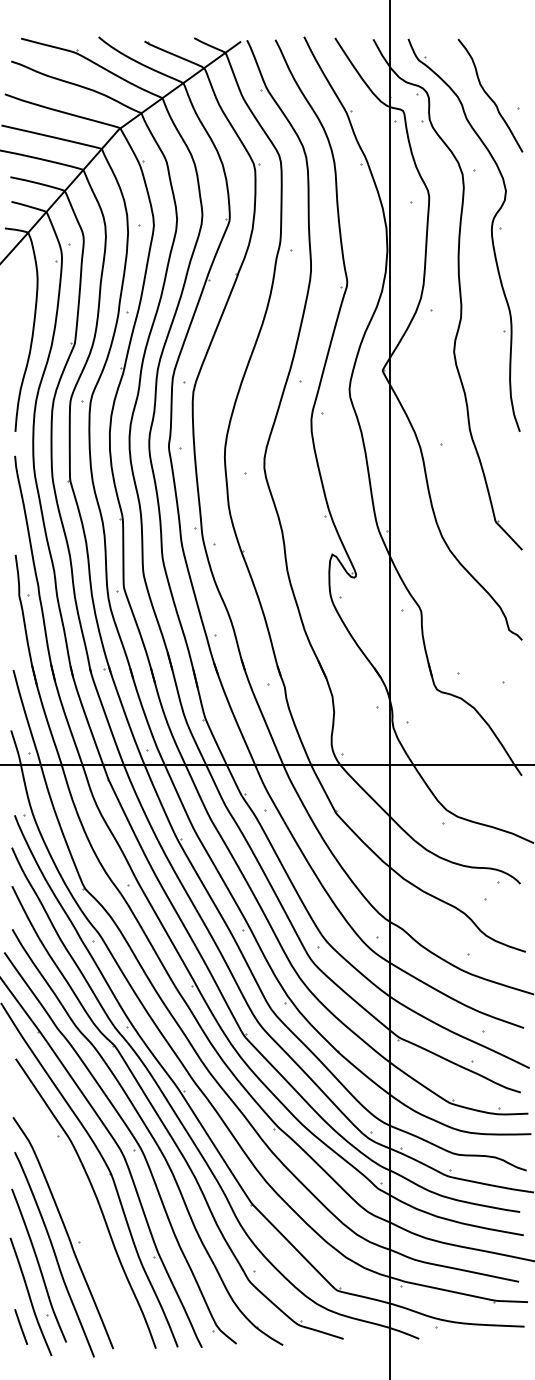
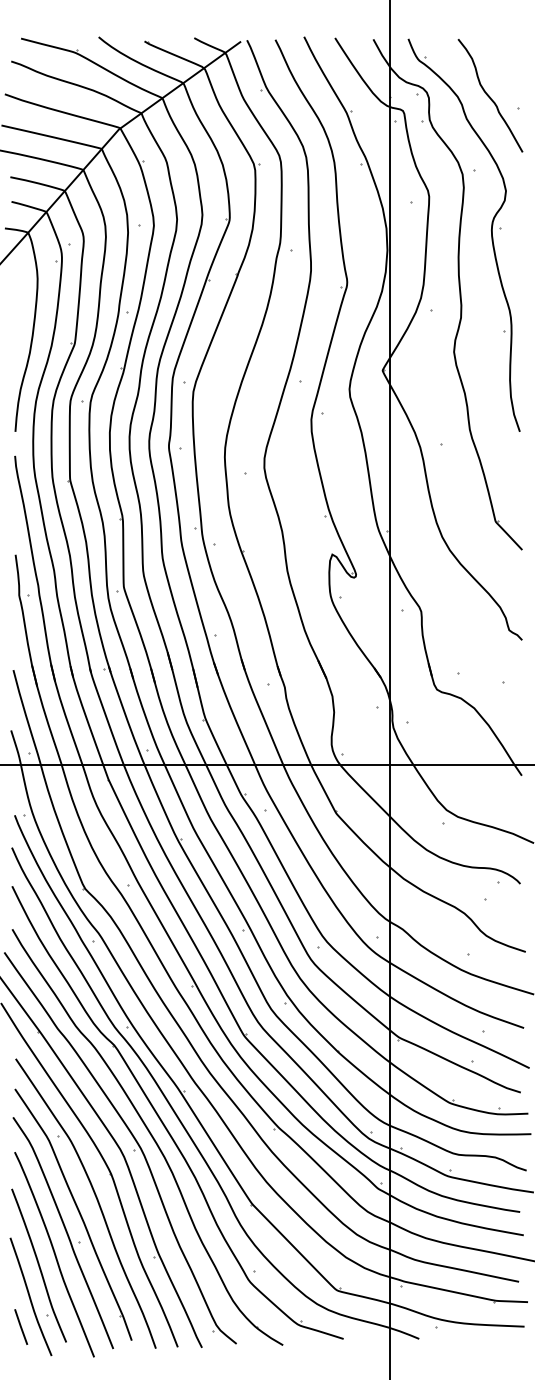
part at (73, 1214): none -> present
